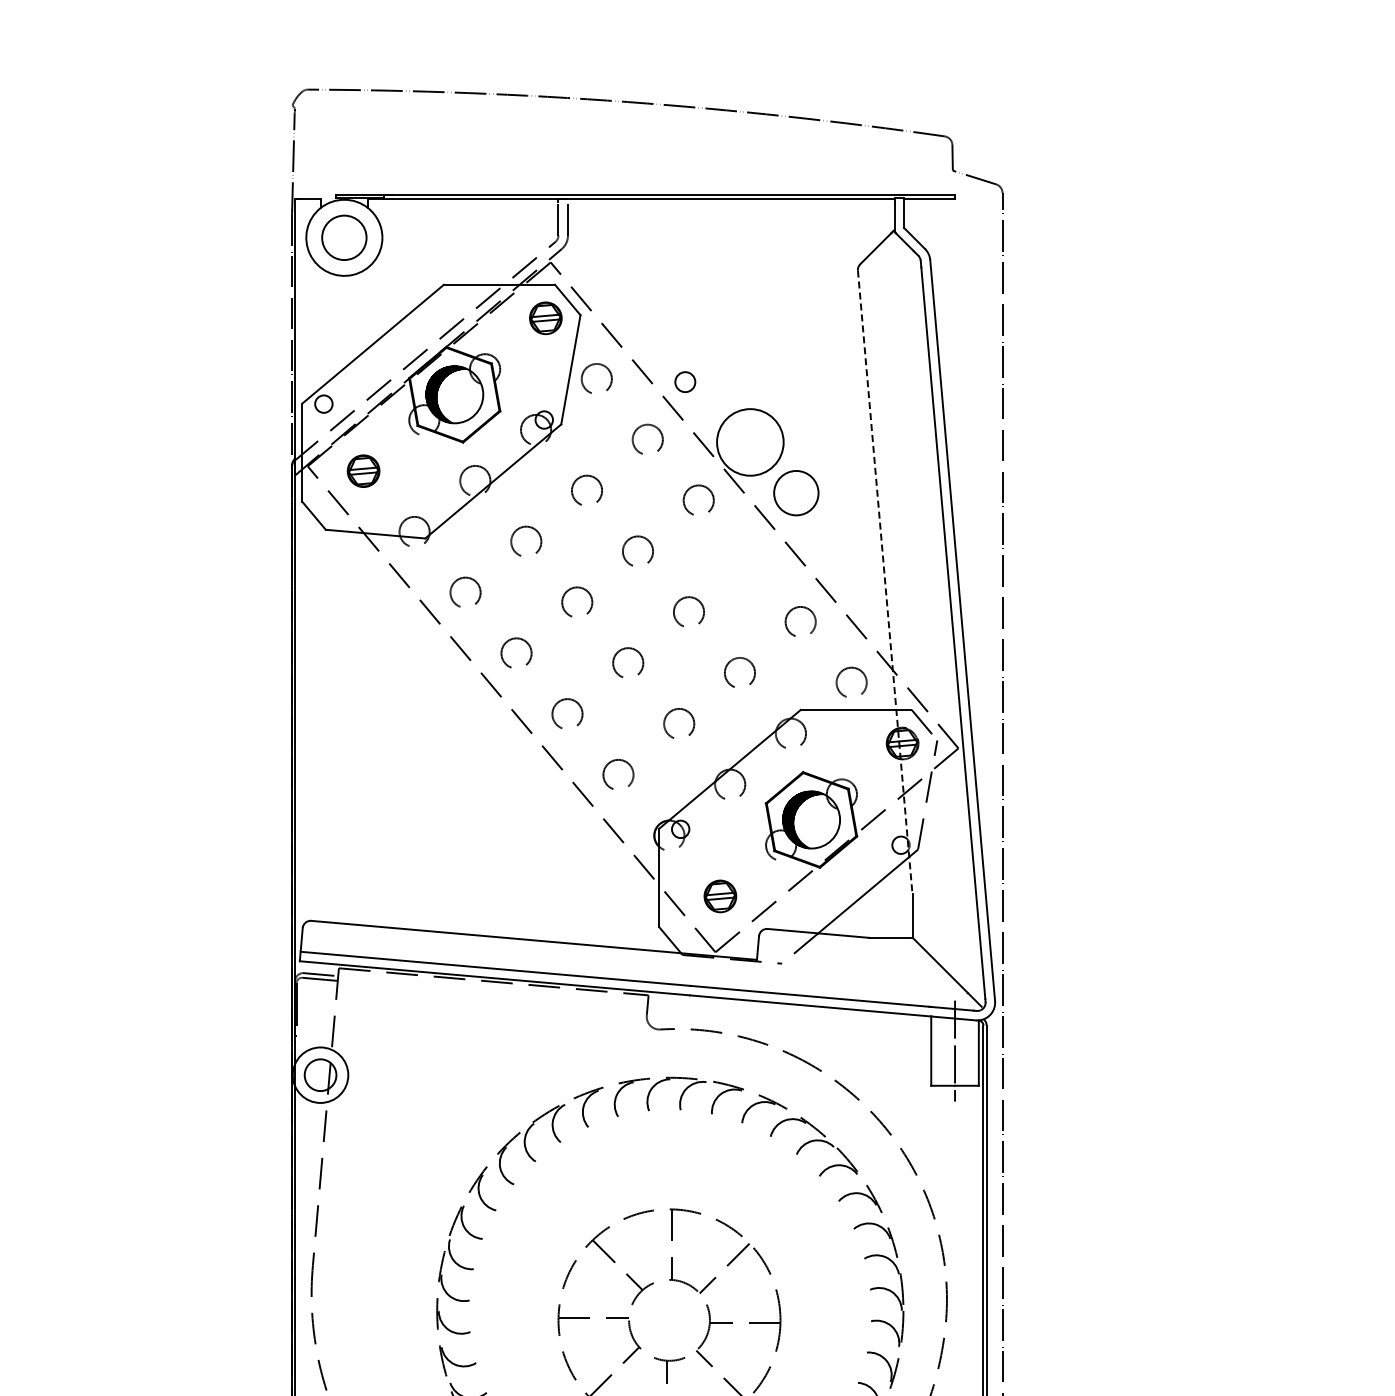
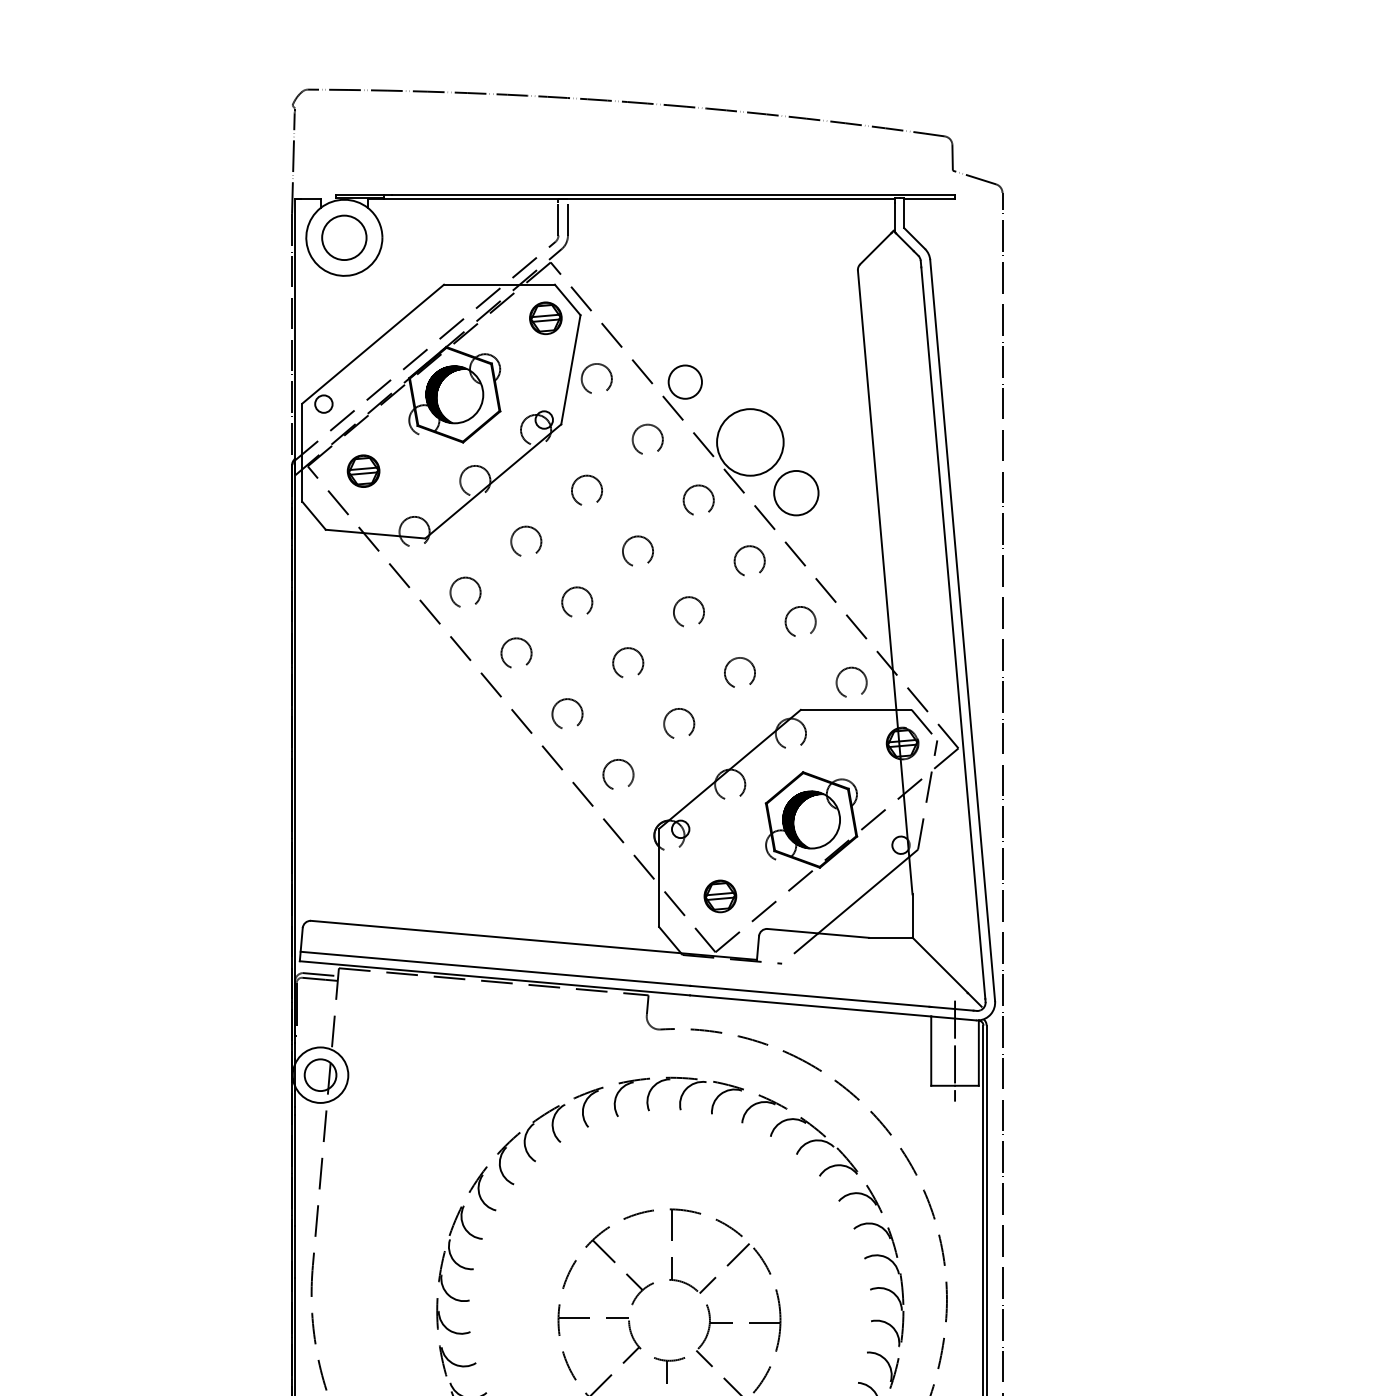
circle at (685, 382) diameter: 20 px -> 33 px
part at (749, 547): none -> present
line at (885, 583): dashed -> solid
